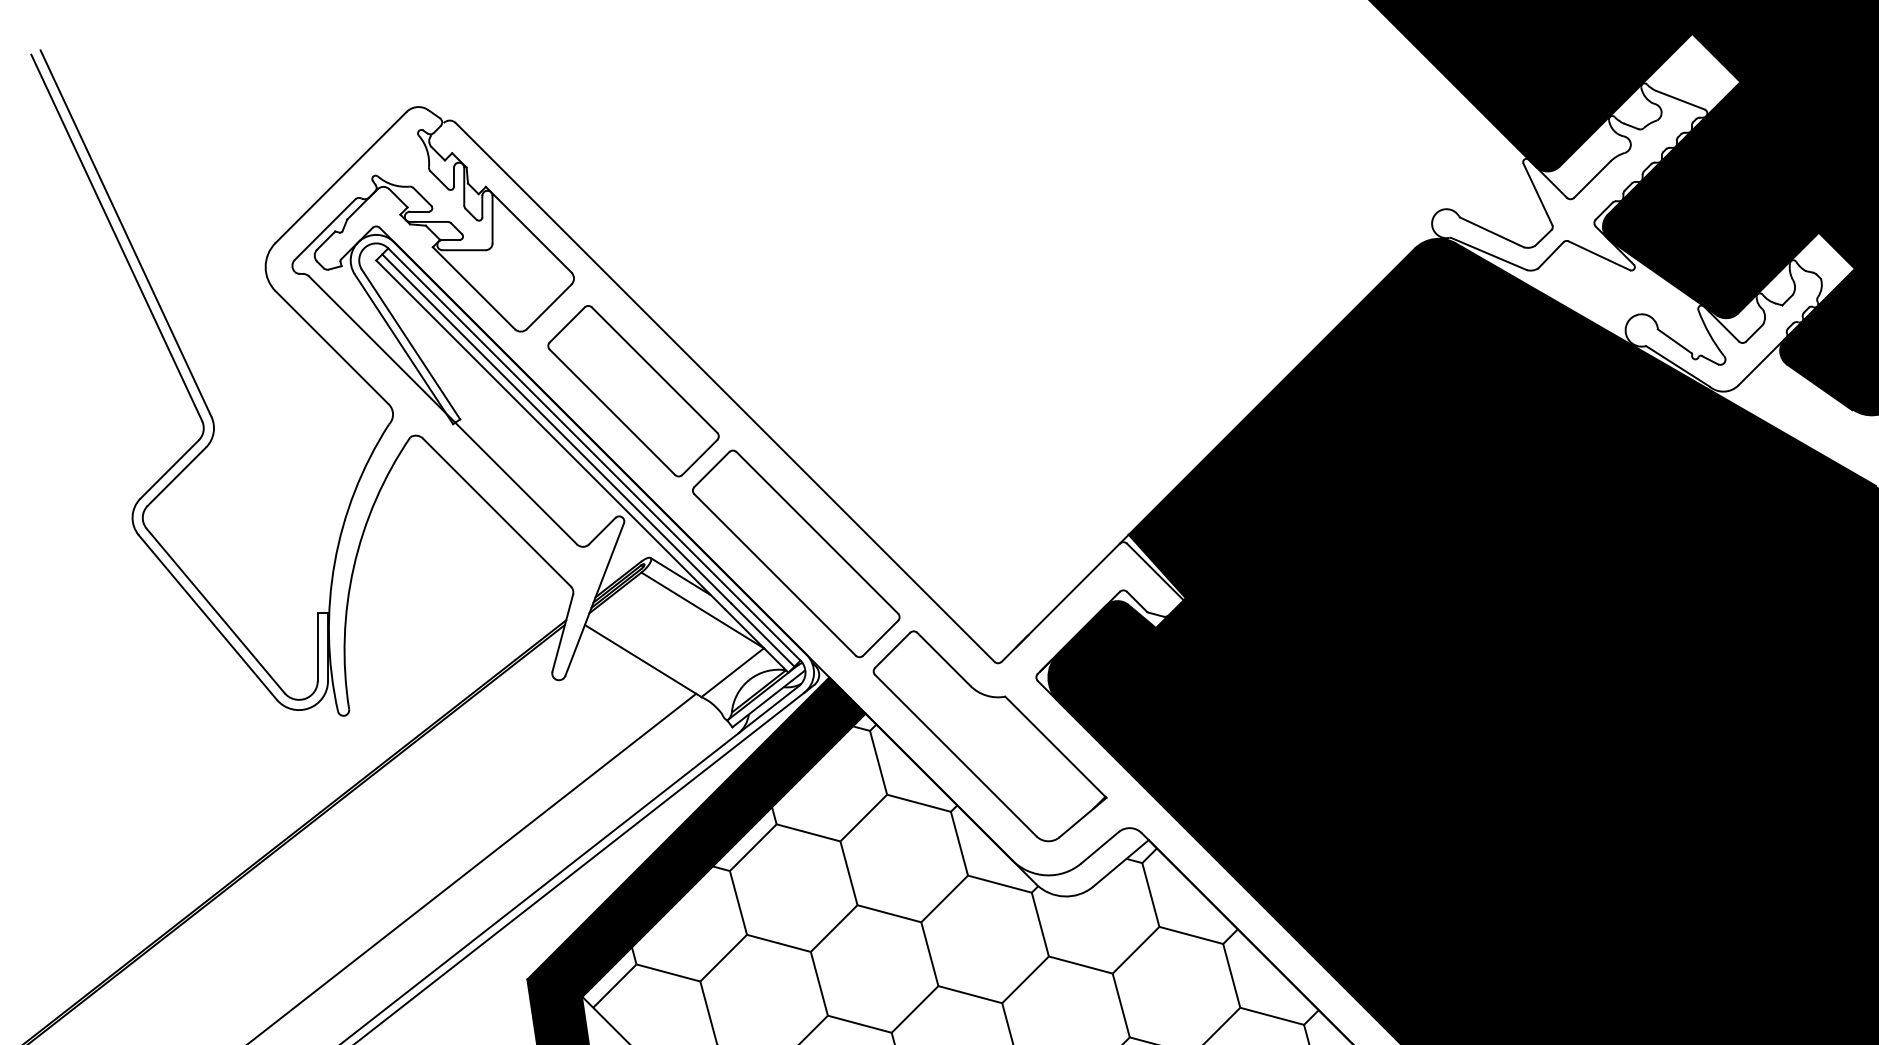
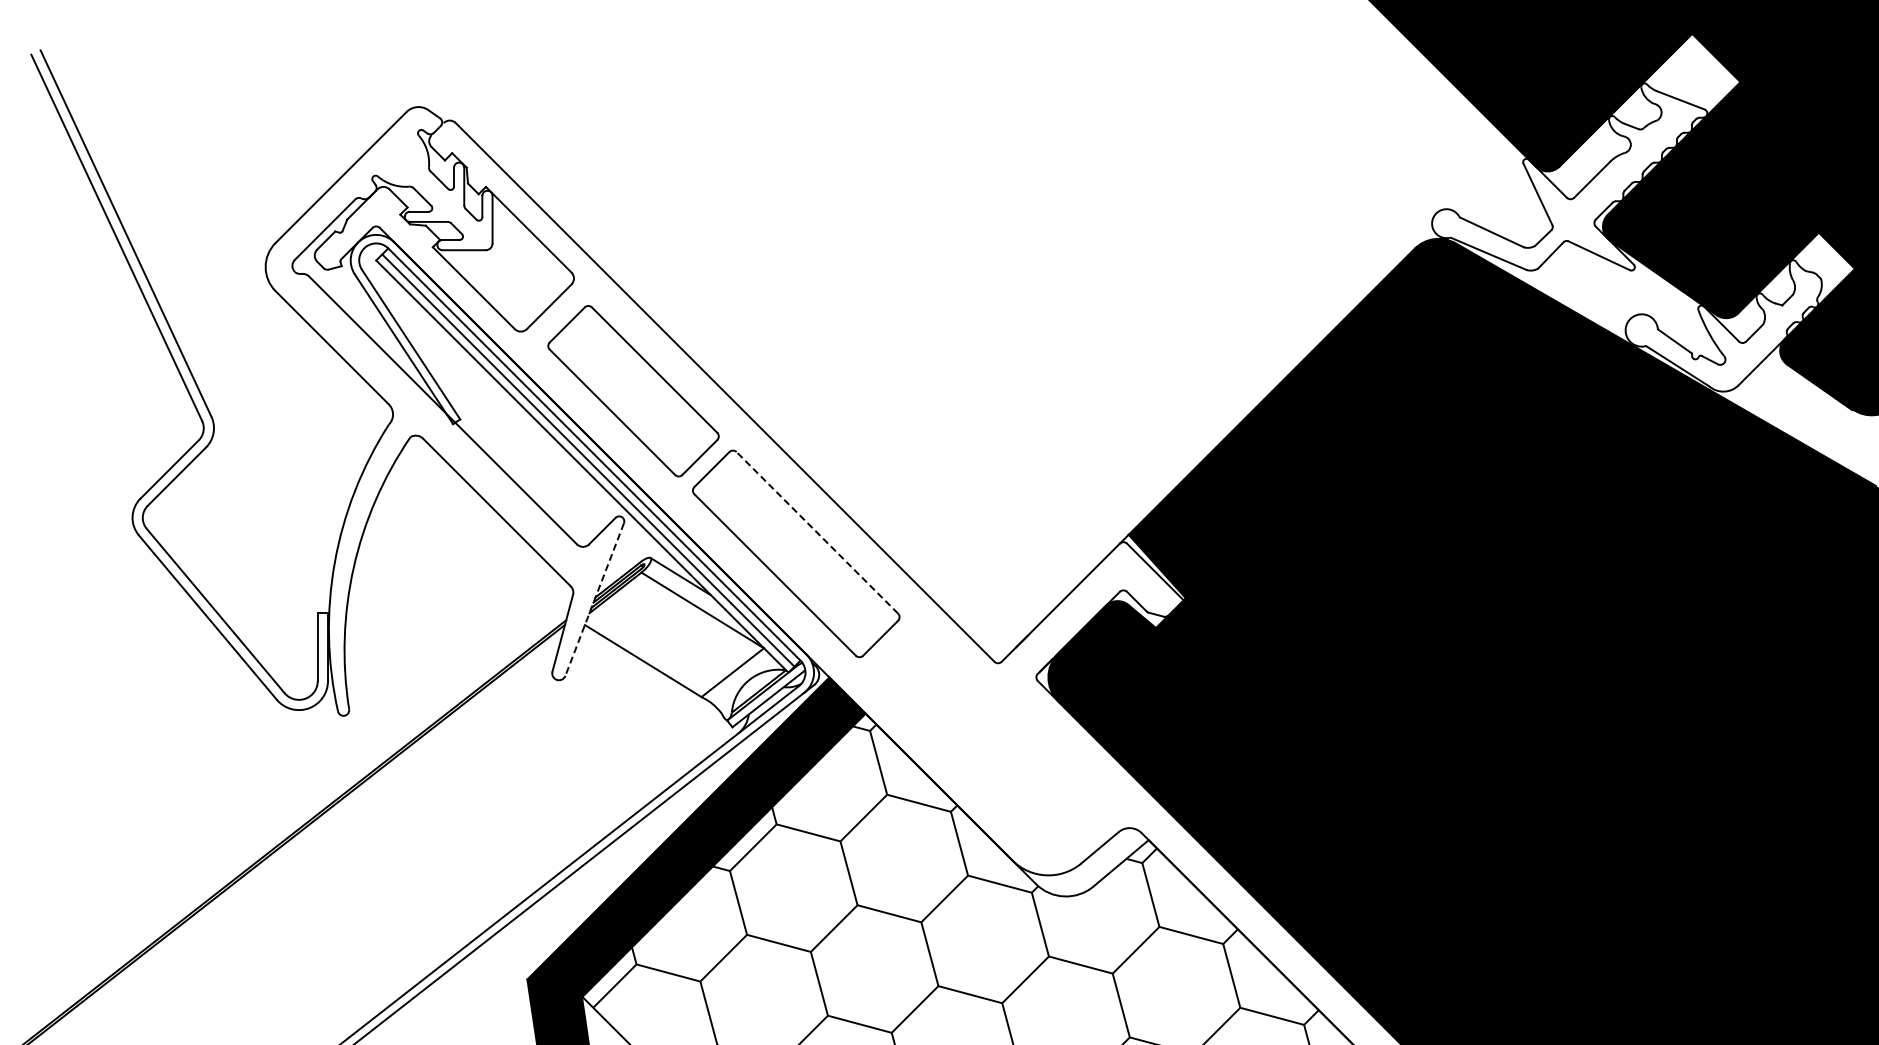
line at (816, 532): solid -> dashed
line at (594, 599): solid -> dashed
part at (989, 736): present -> none
line at (473, 867): present -> none
